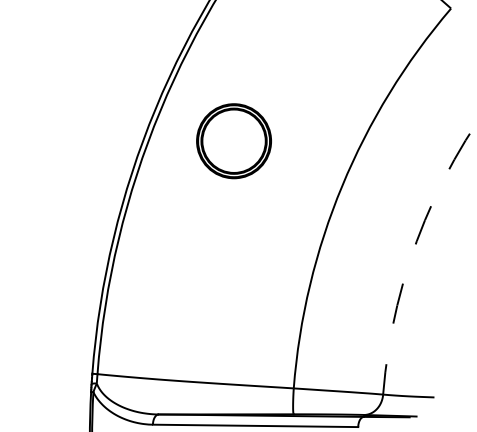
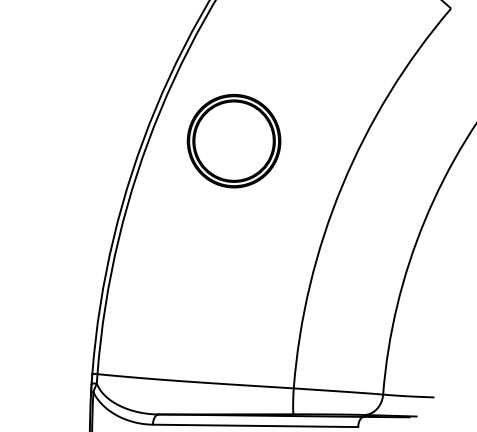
part at (233, 141) size: 76x77 px -> 96x95 px
arc at (412, 253): dashed -> solid
